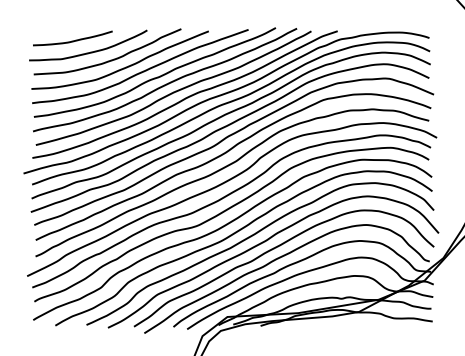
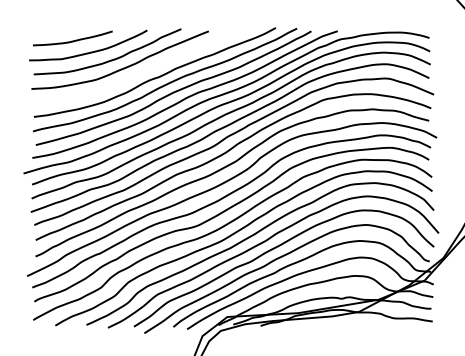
curve at (143, 70): present -> none
